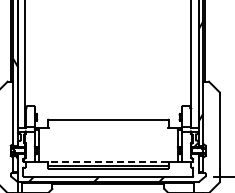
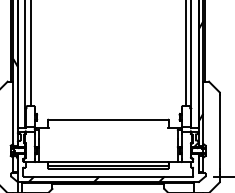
line at (31, 54): none -> present
line at (185, 54): none -> present
line at (108, 161): dashed -> solid
